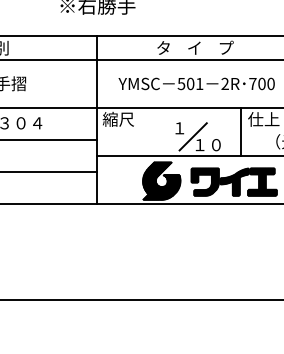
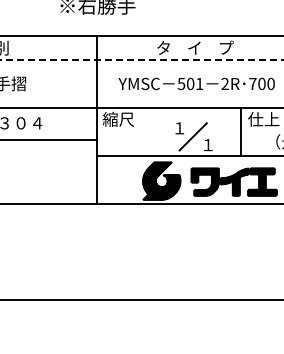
line at (142, 59): solid -> dashed
text at (207, 145): １０ -> １
line at (49, 172): present -> none
